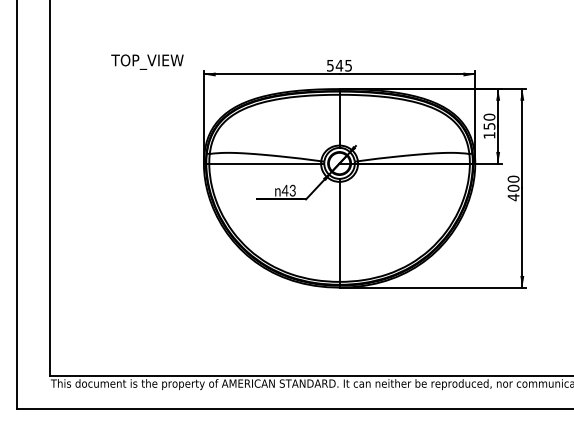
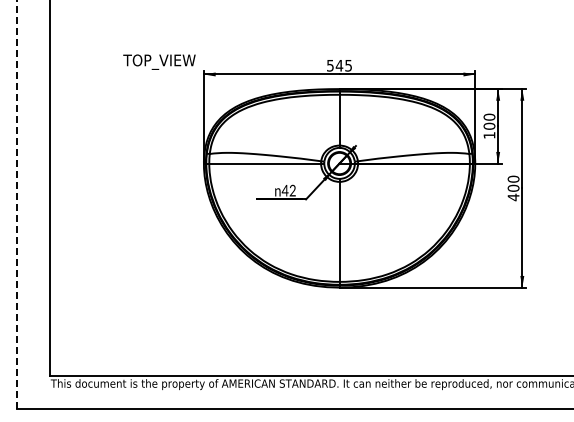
text at (147, 61) position: (147, 61) -> (159, 61)
text at (489, 125): 150 -> 100
text at (292, 192): 43 -> 42
line at (17, 204): solid -> dashed
